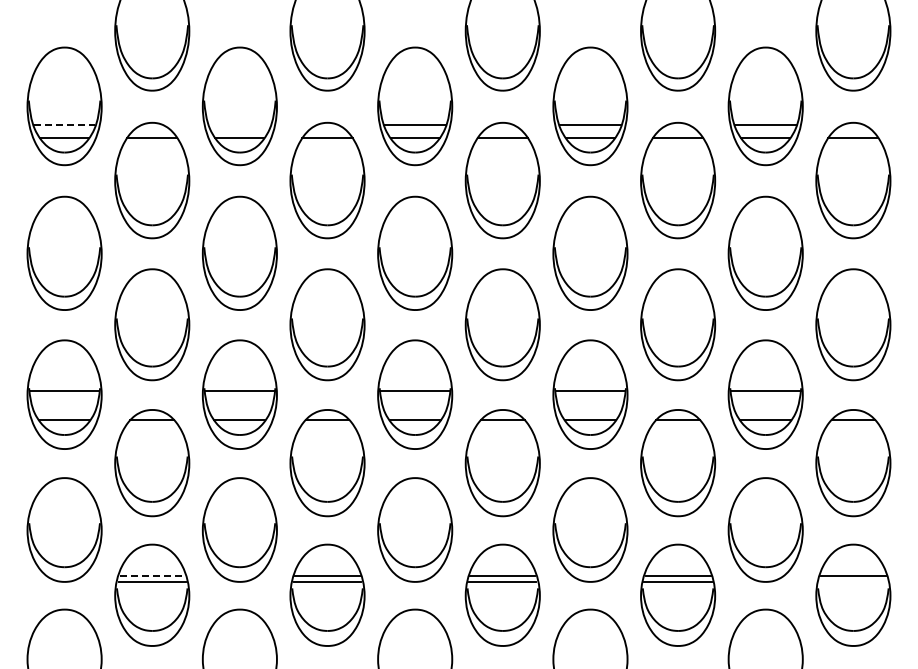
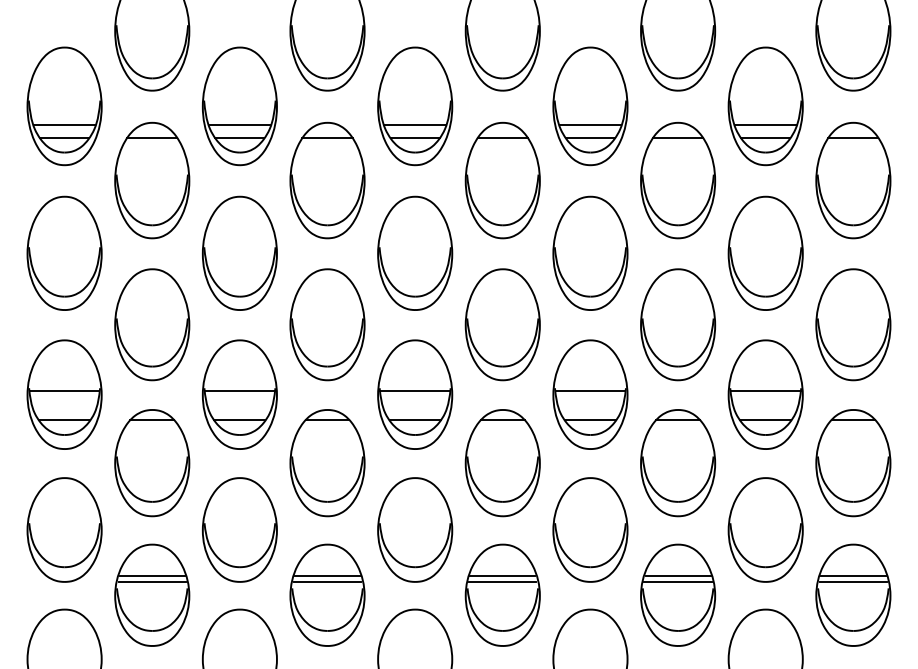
line at (64, 124): dashed -> solid
line at (239, 124): none -> present
line at (152, 576): dashed -> solid
line at (853, 581): none -> present
